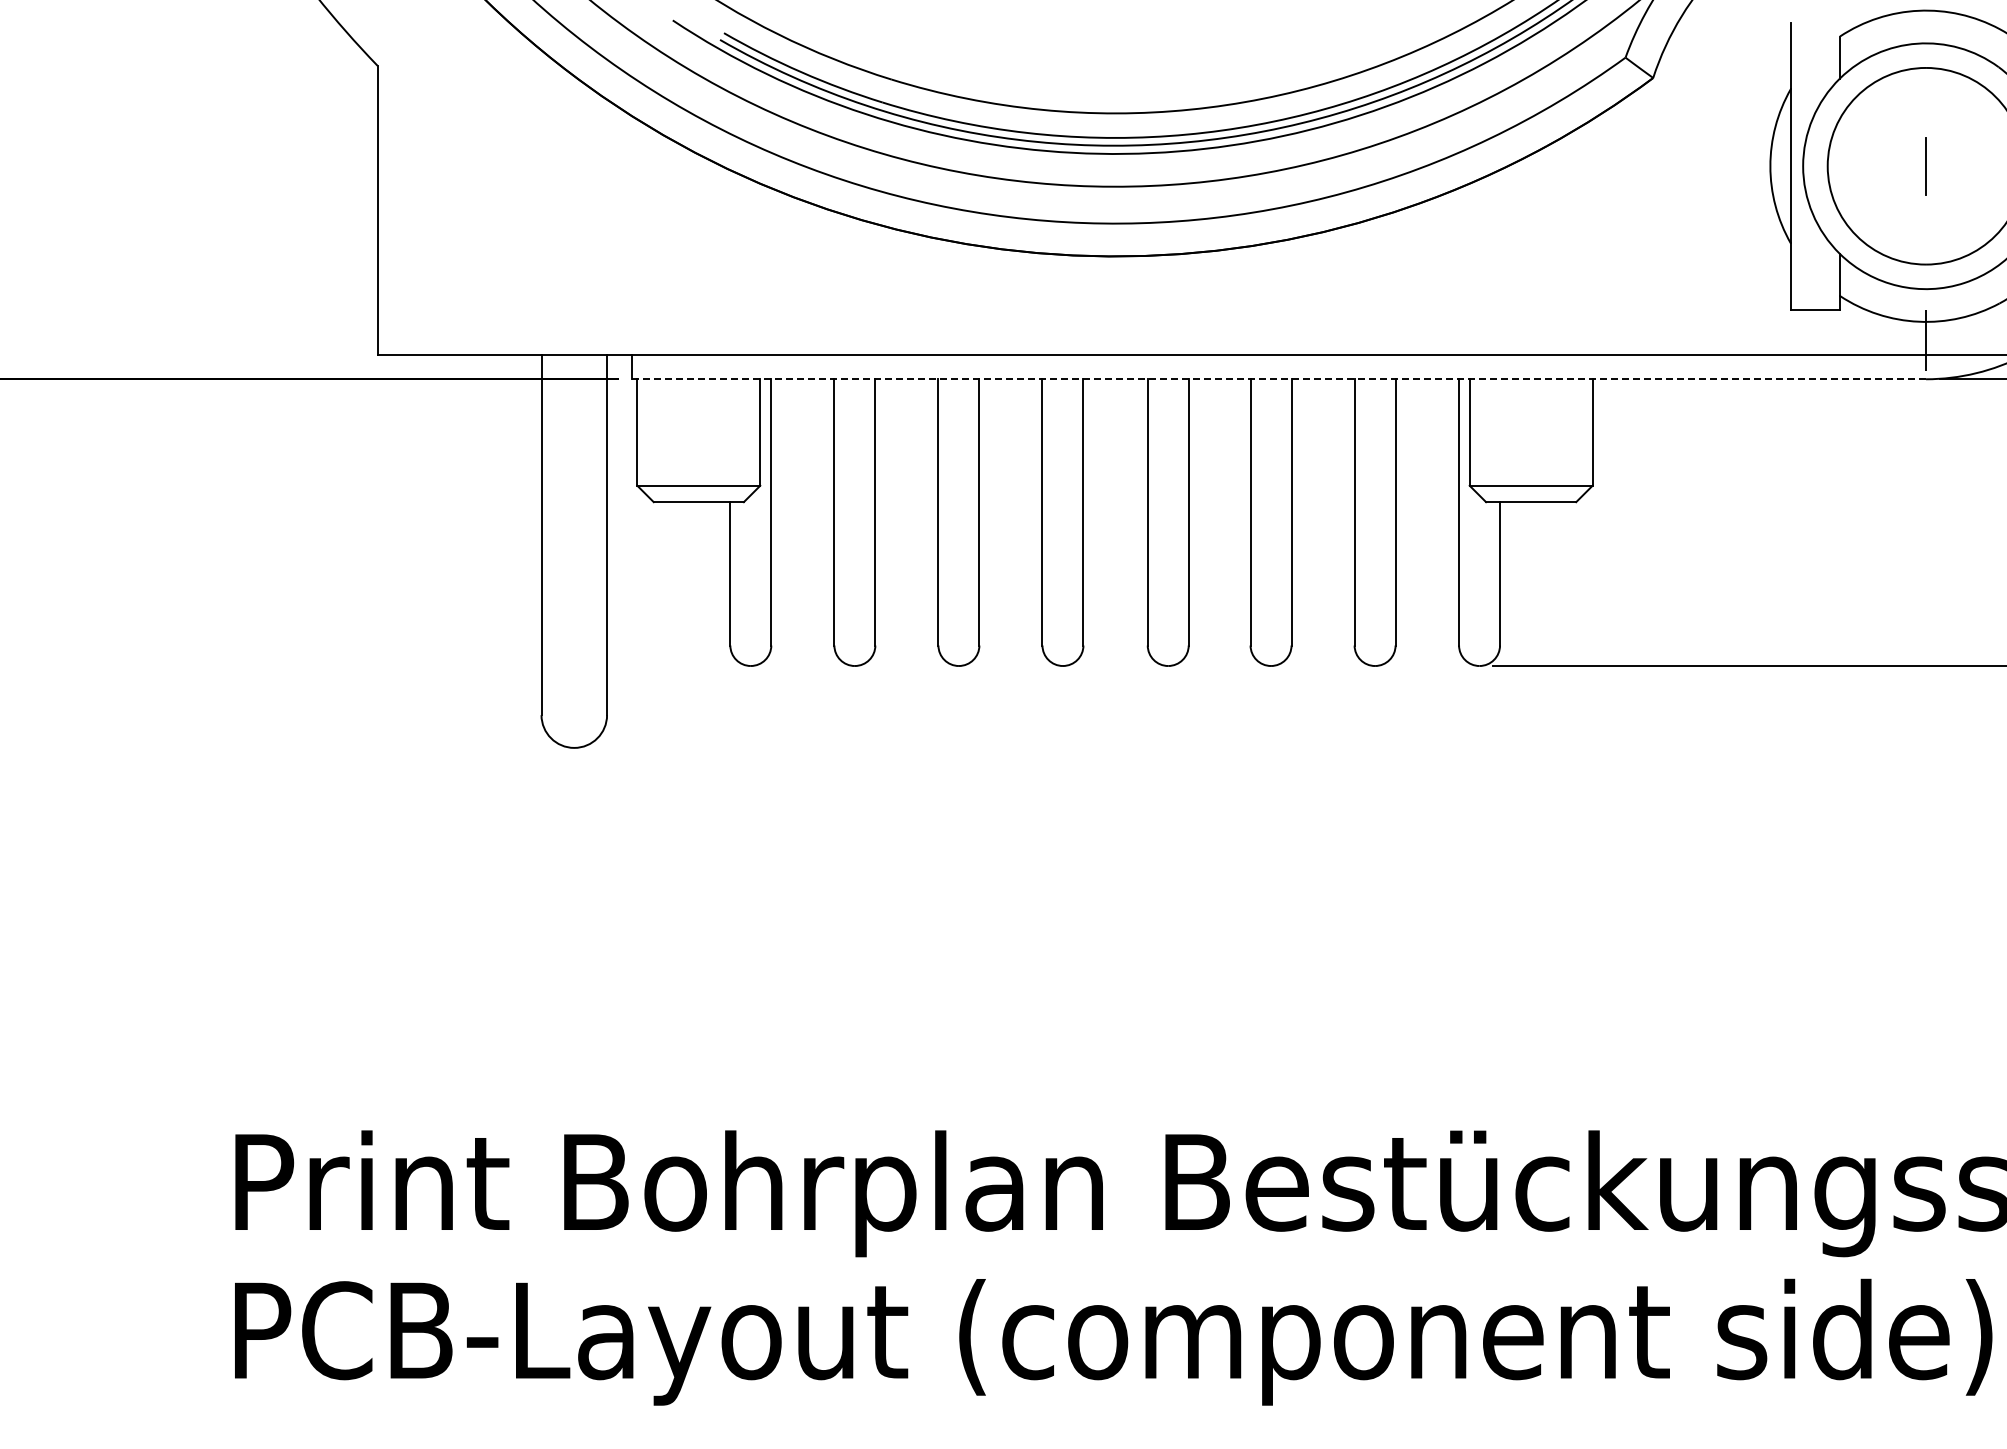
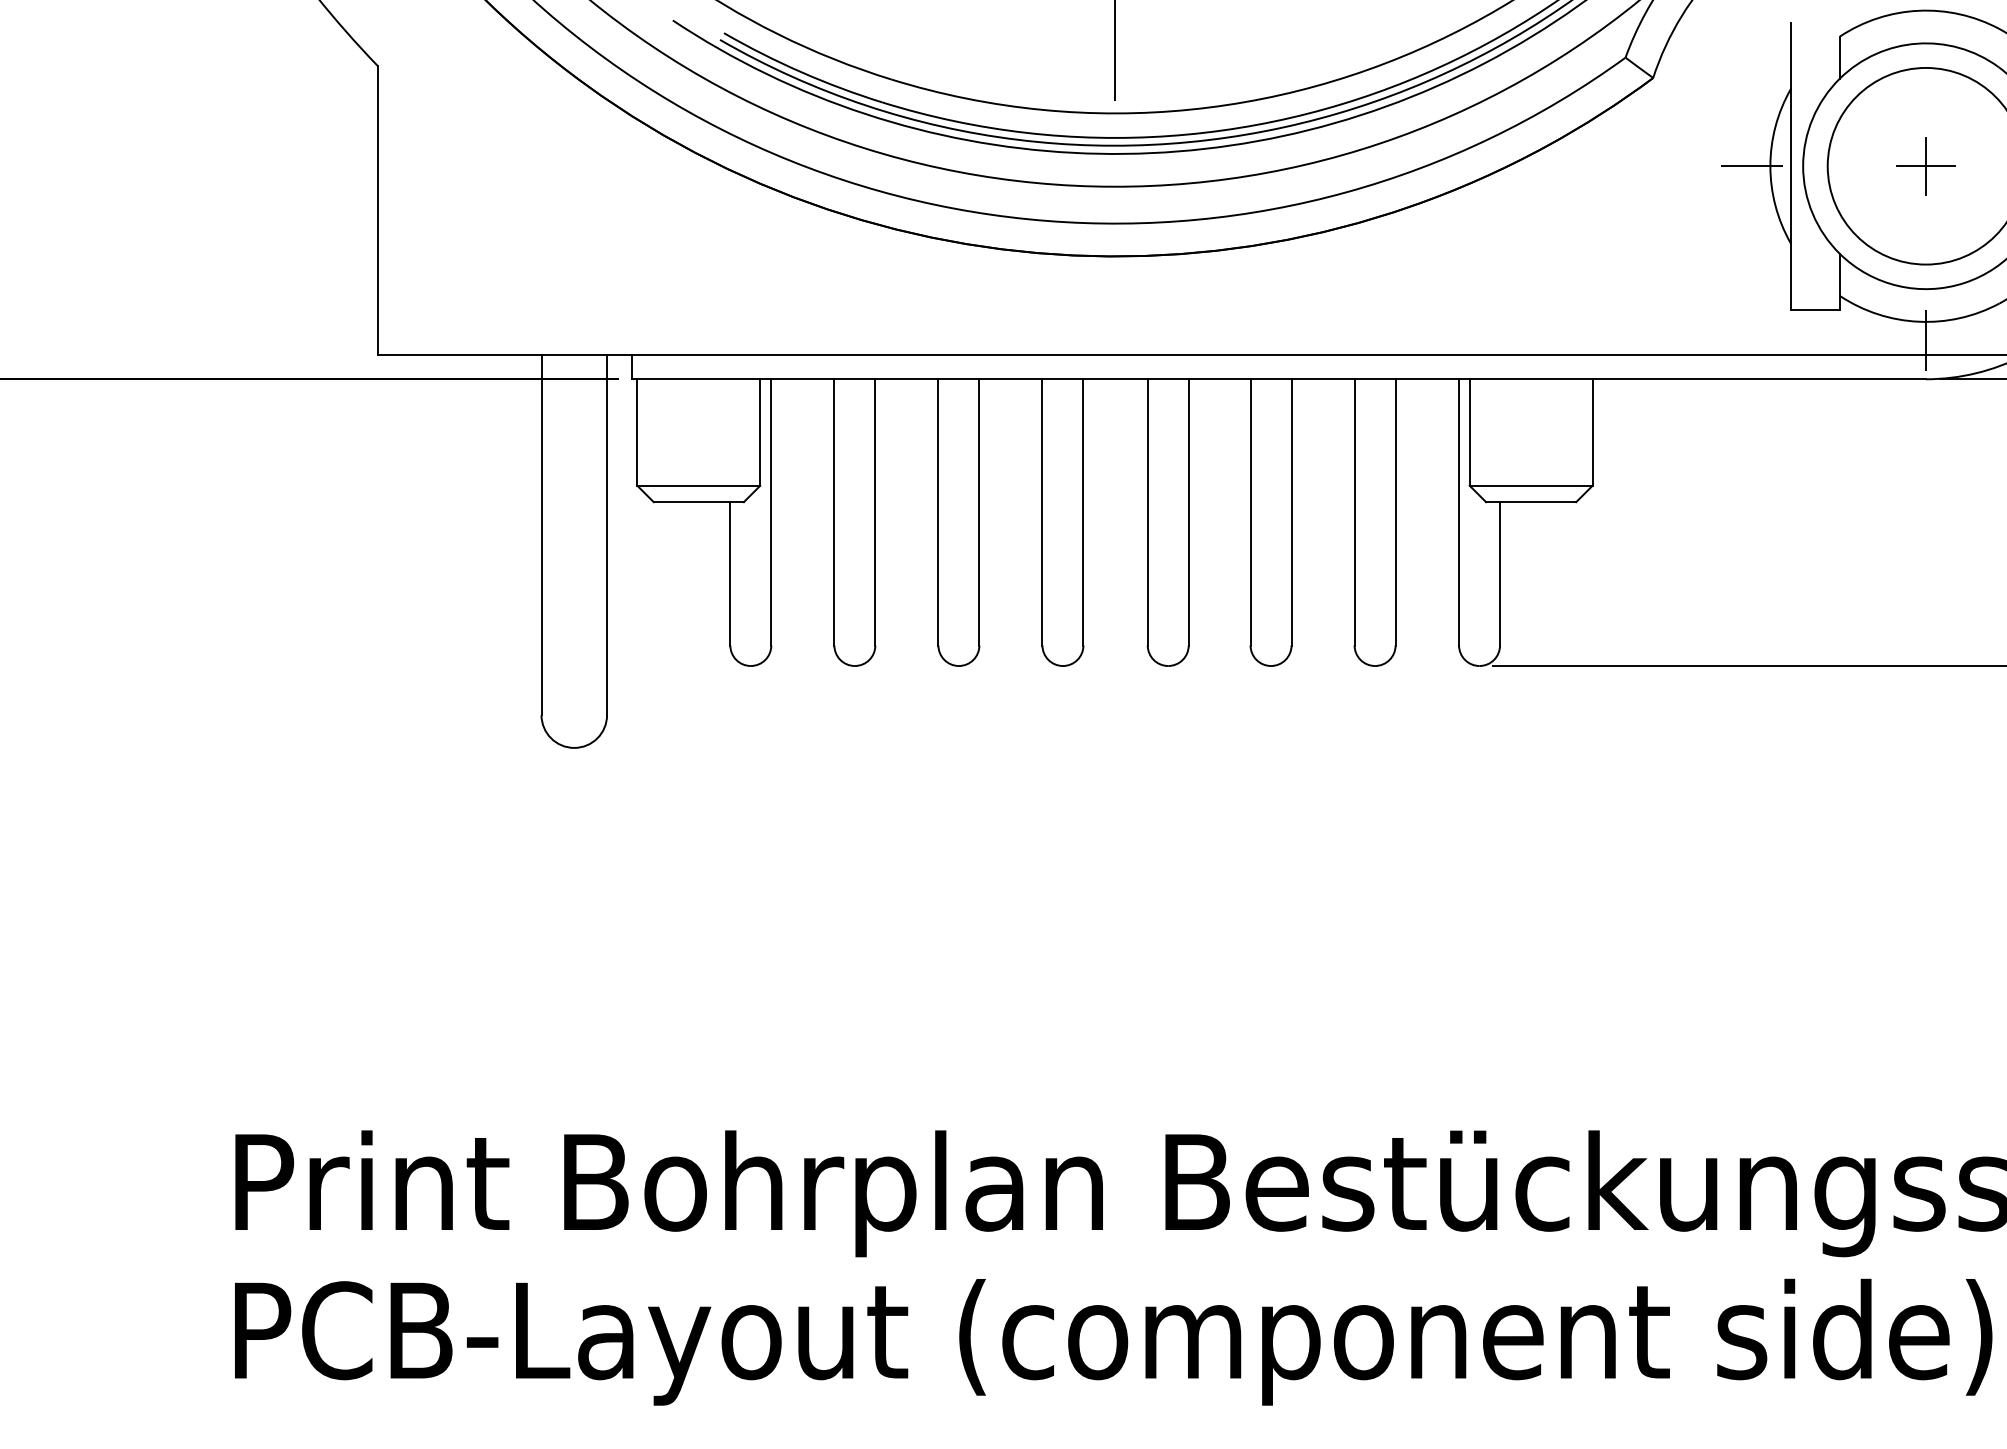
line at (1114, 51): none -> present
line at (1751, 166): none -> present
line at (1925, 166): none -> present
line at (1279, 379): dashed -> solid
